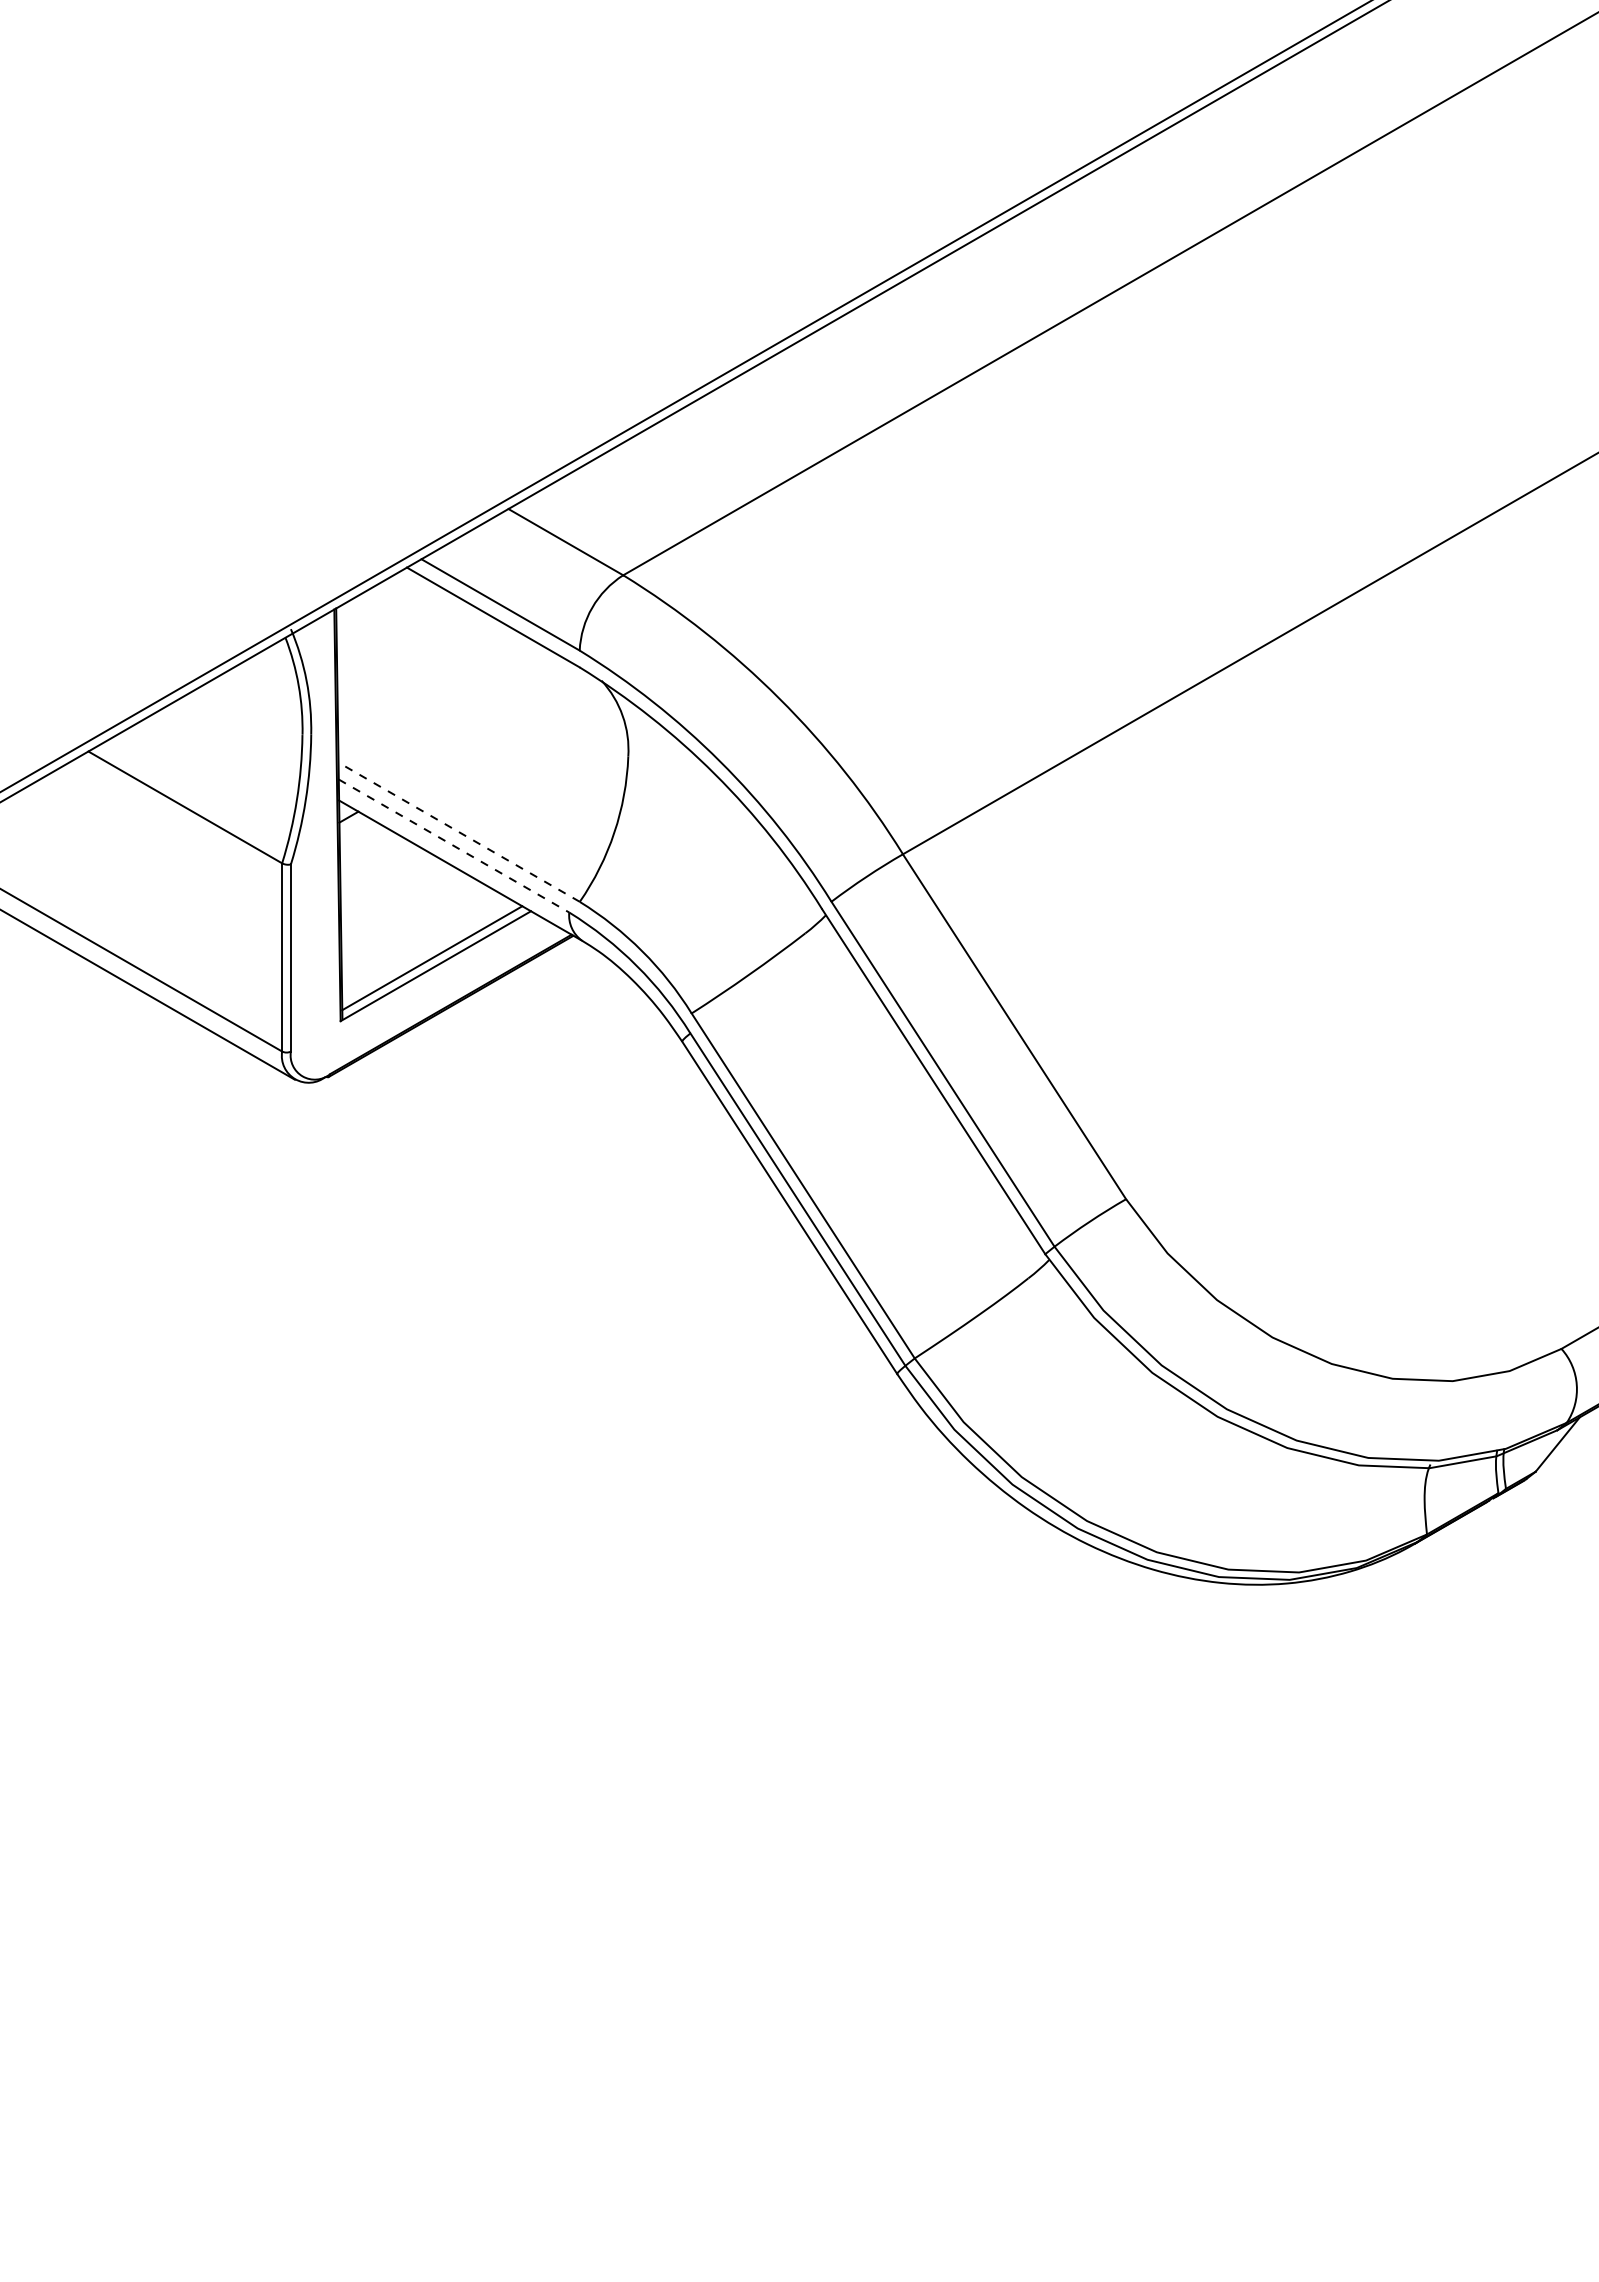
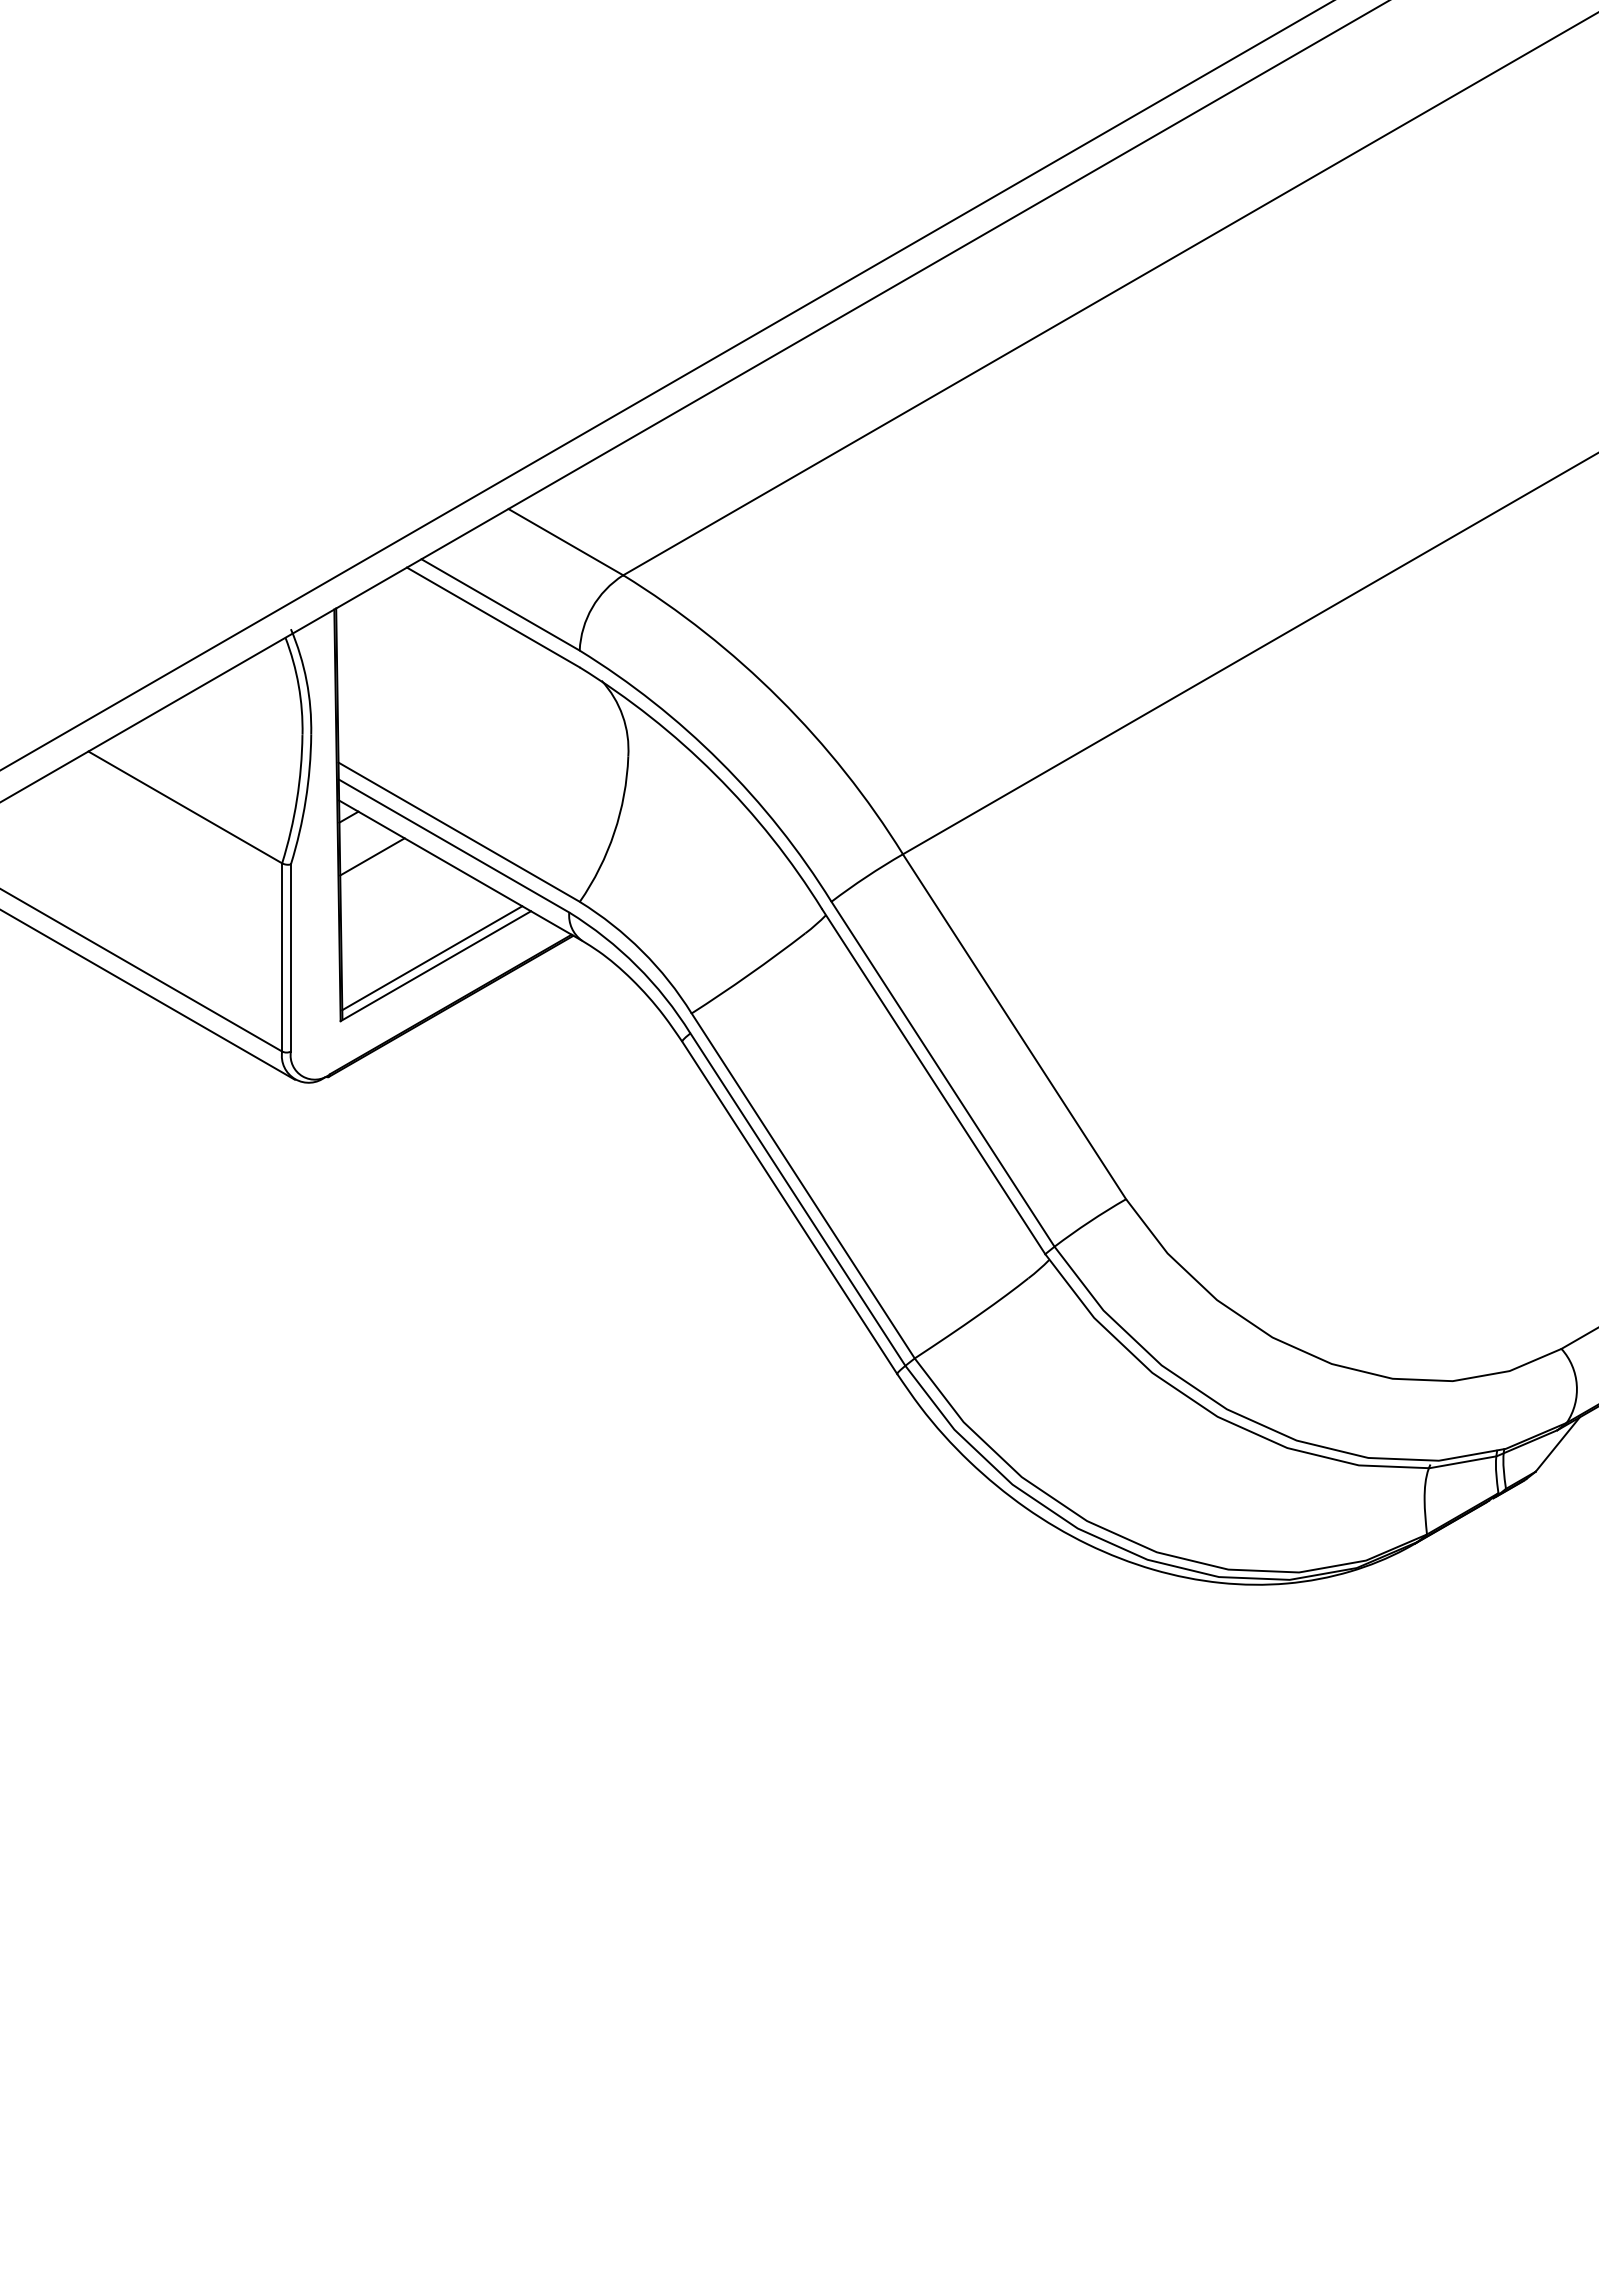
line at (685, 396) position: (685, 396) -> (666, 385)
line at (458, 831): dashed -> solid
line at (454, 846): dashed -> solid
line at (372, 856): none -> present
